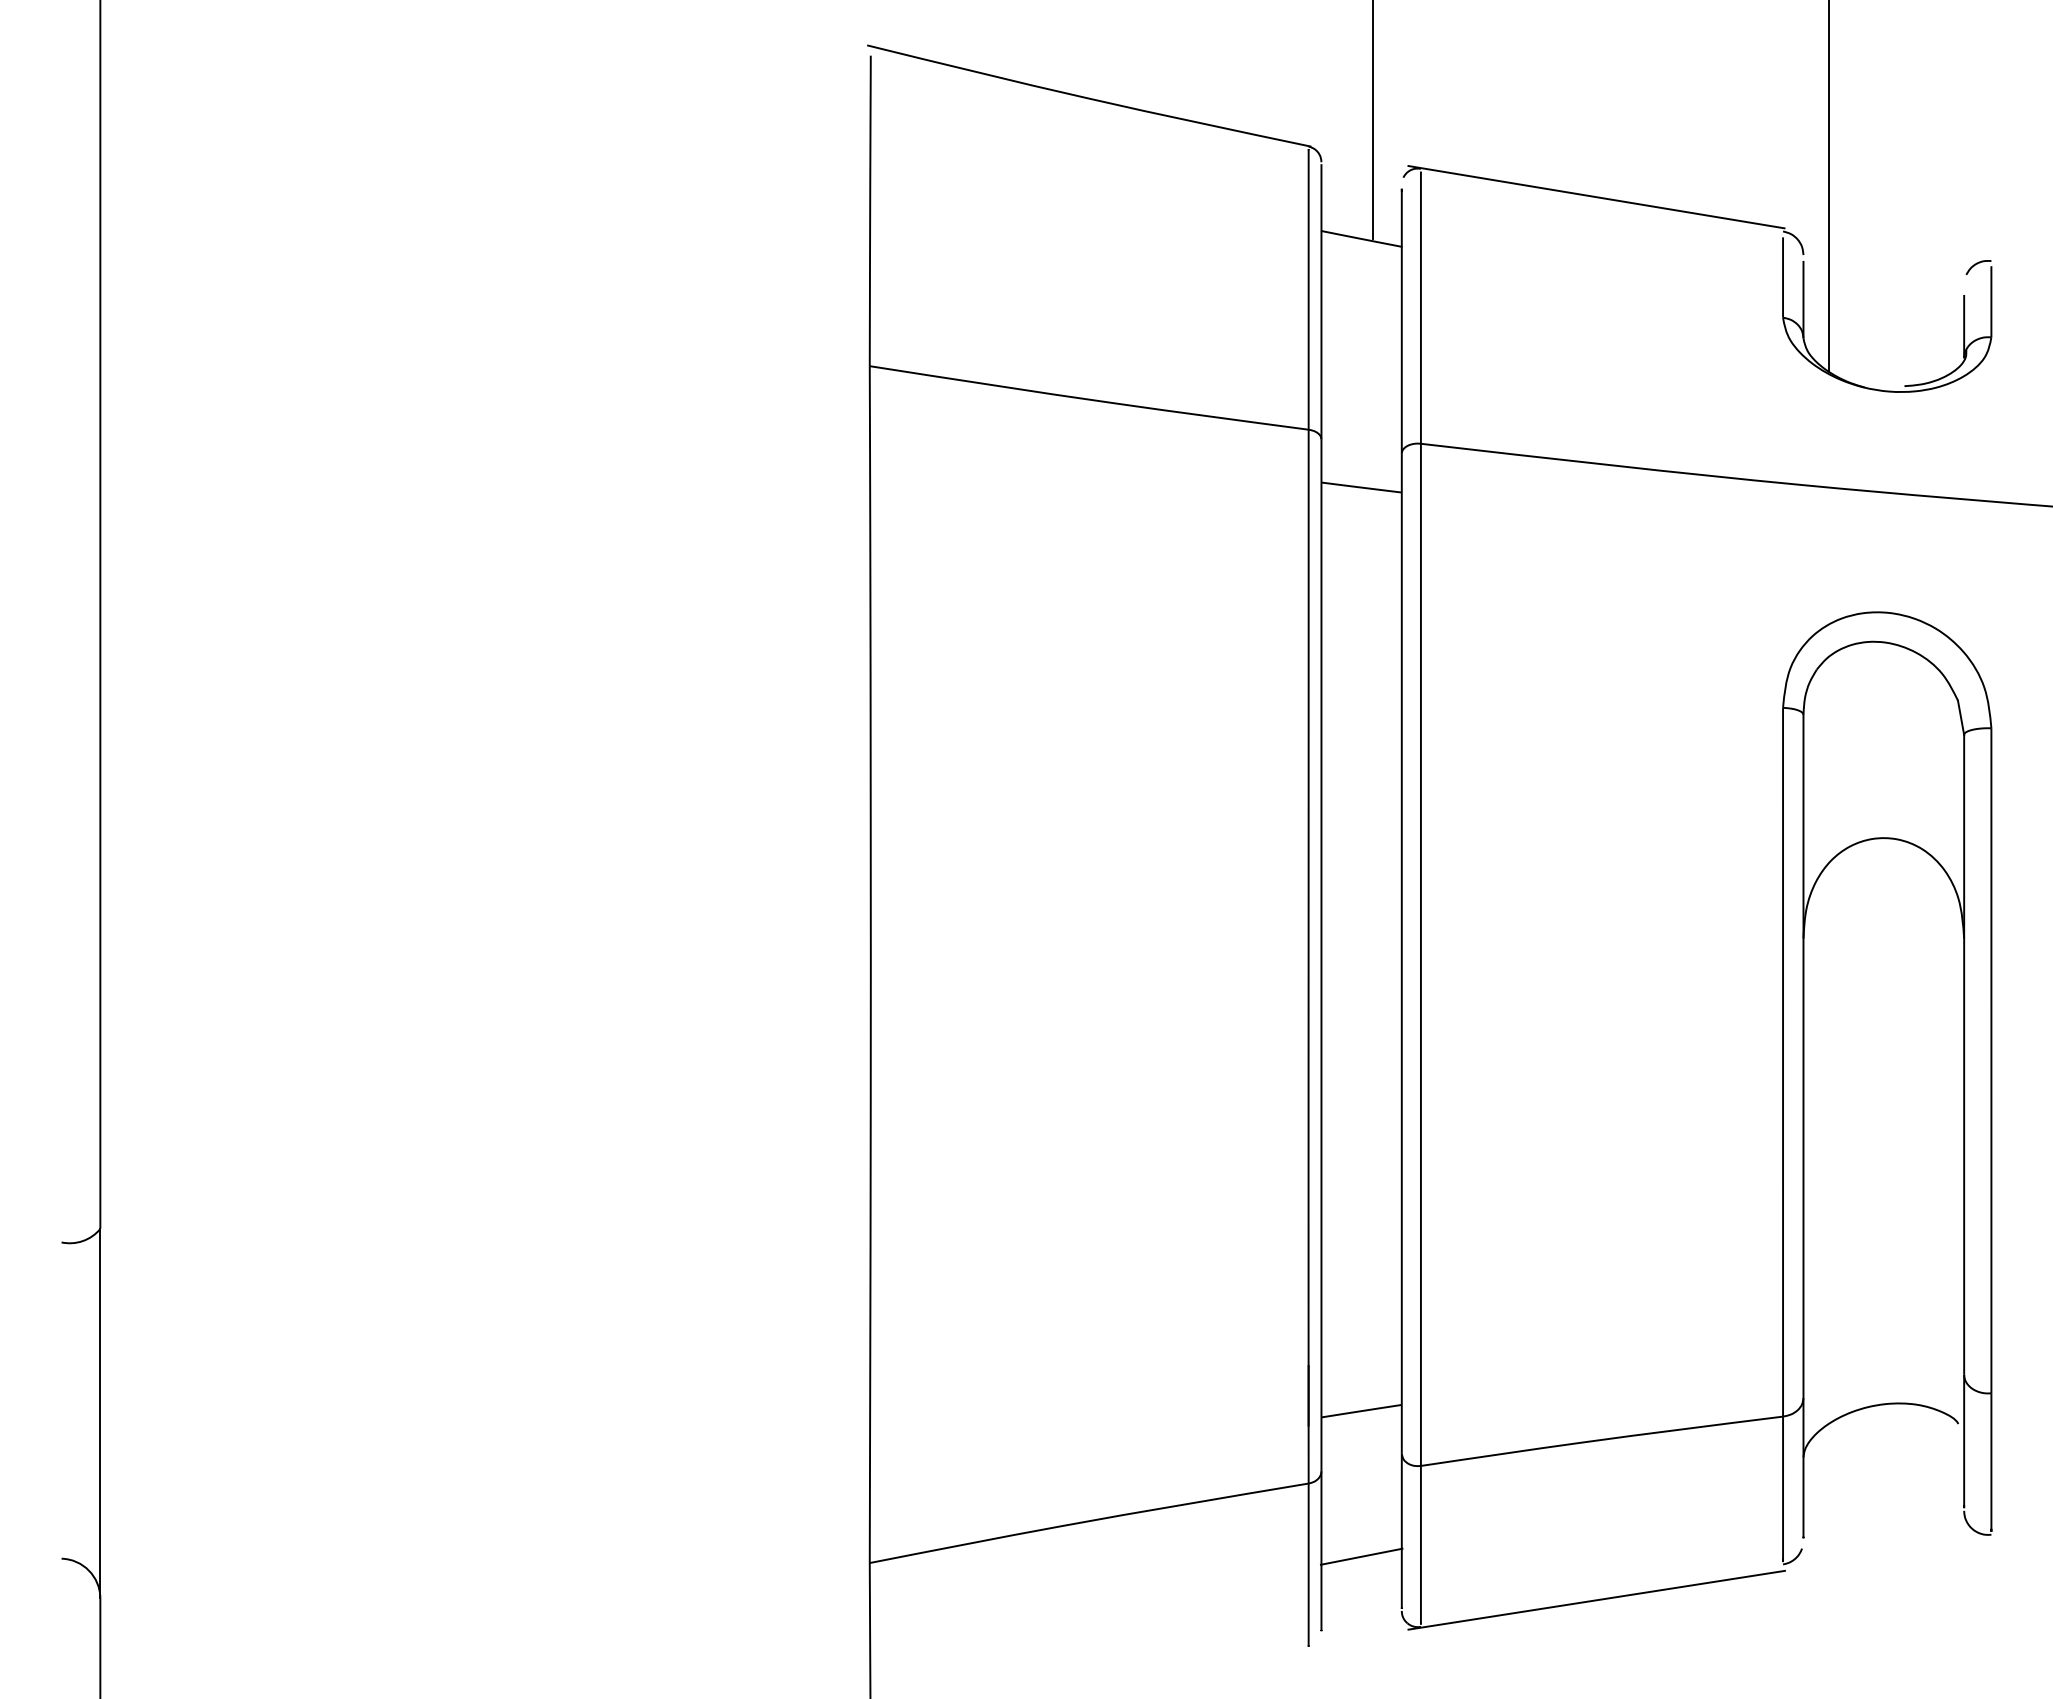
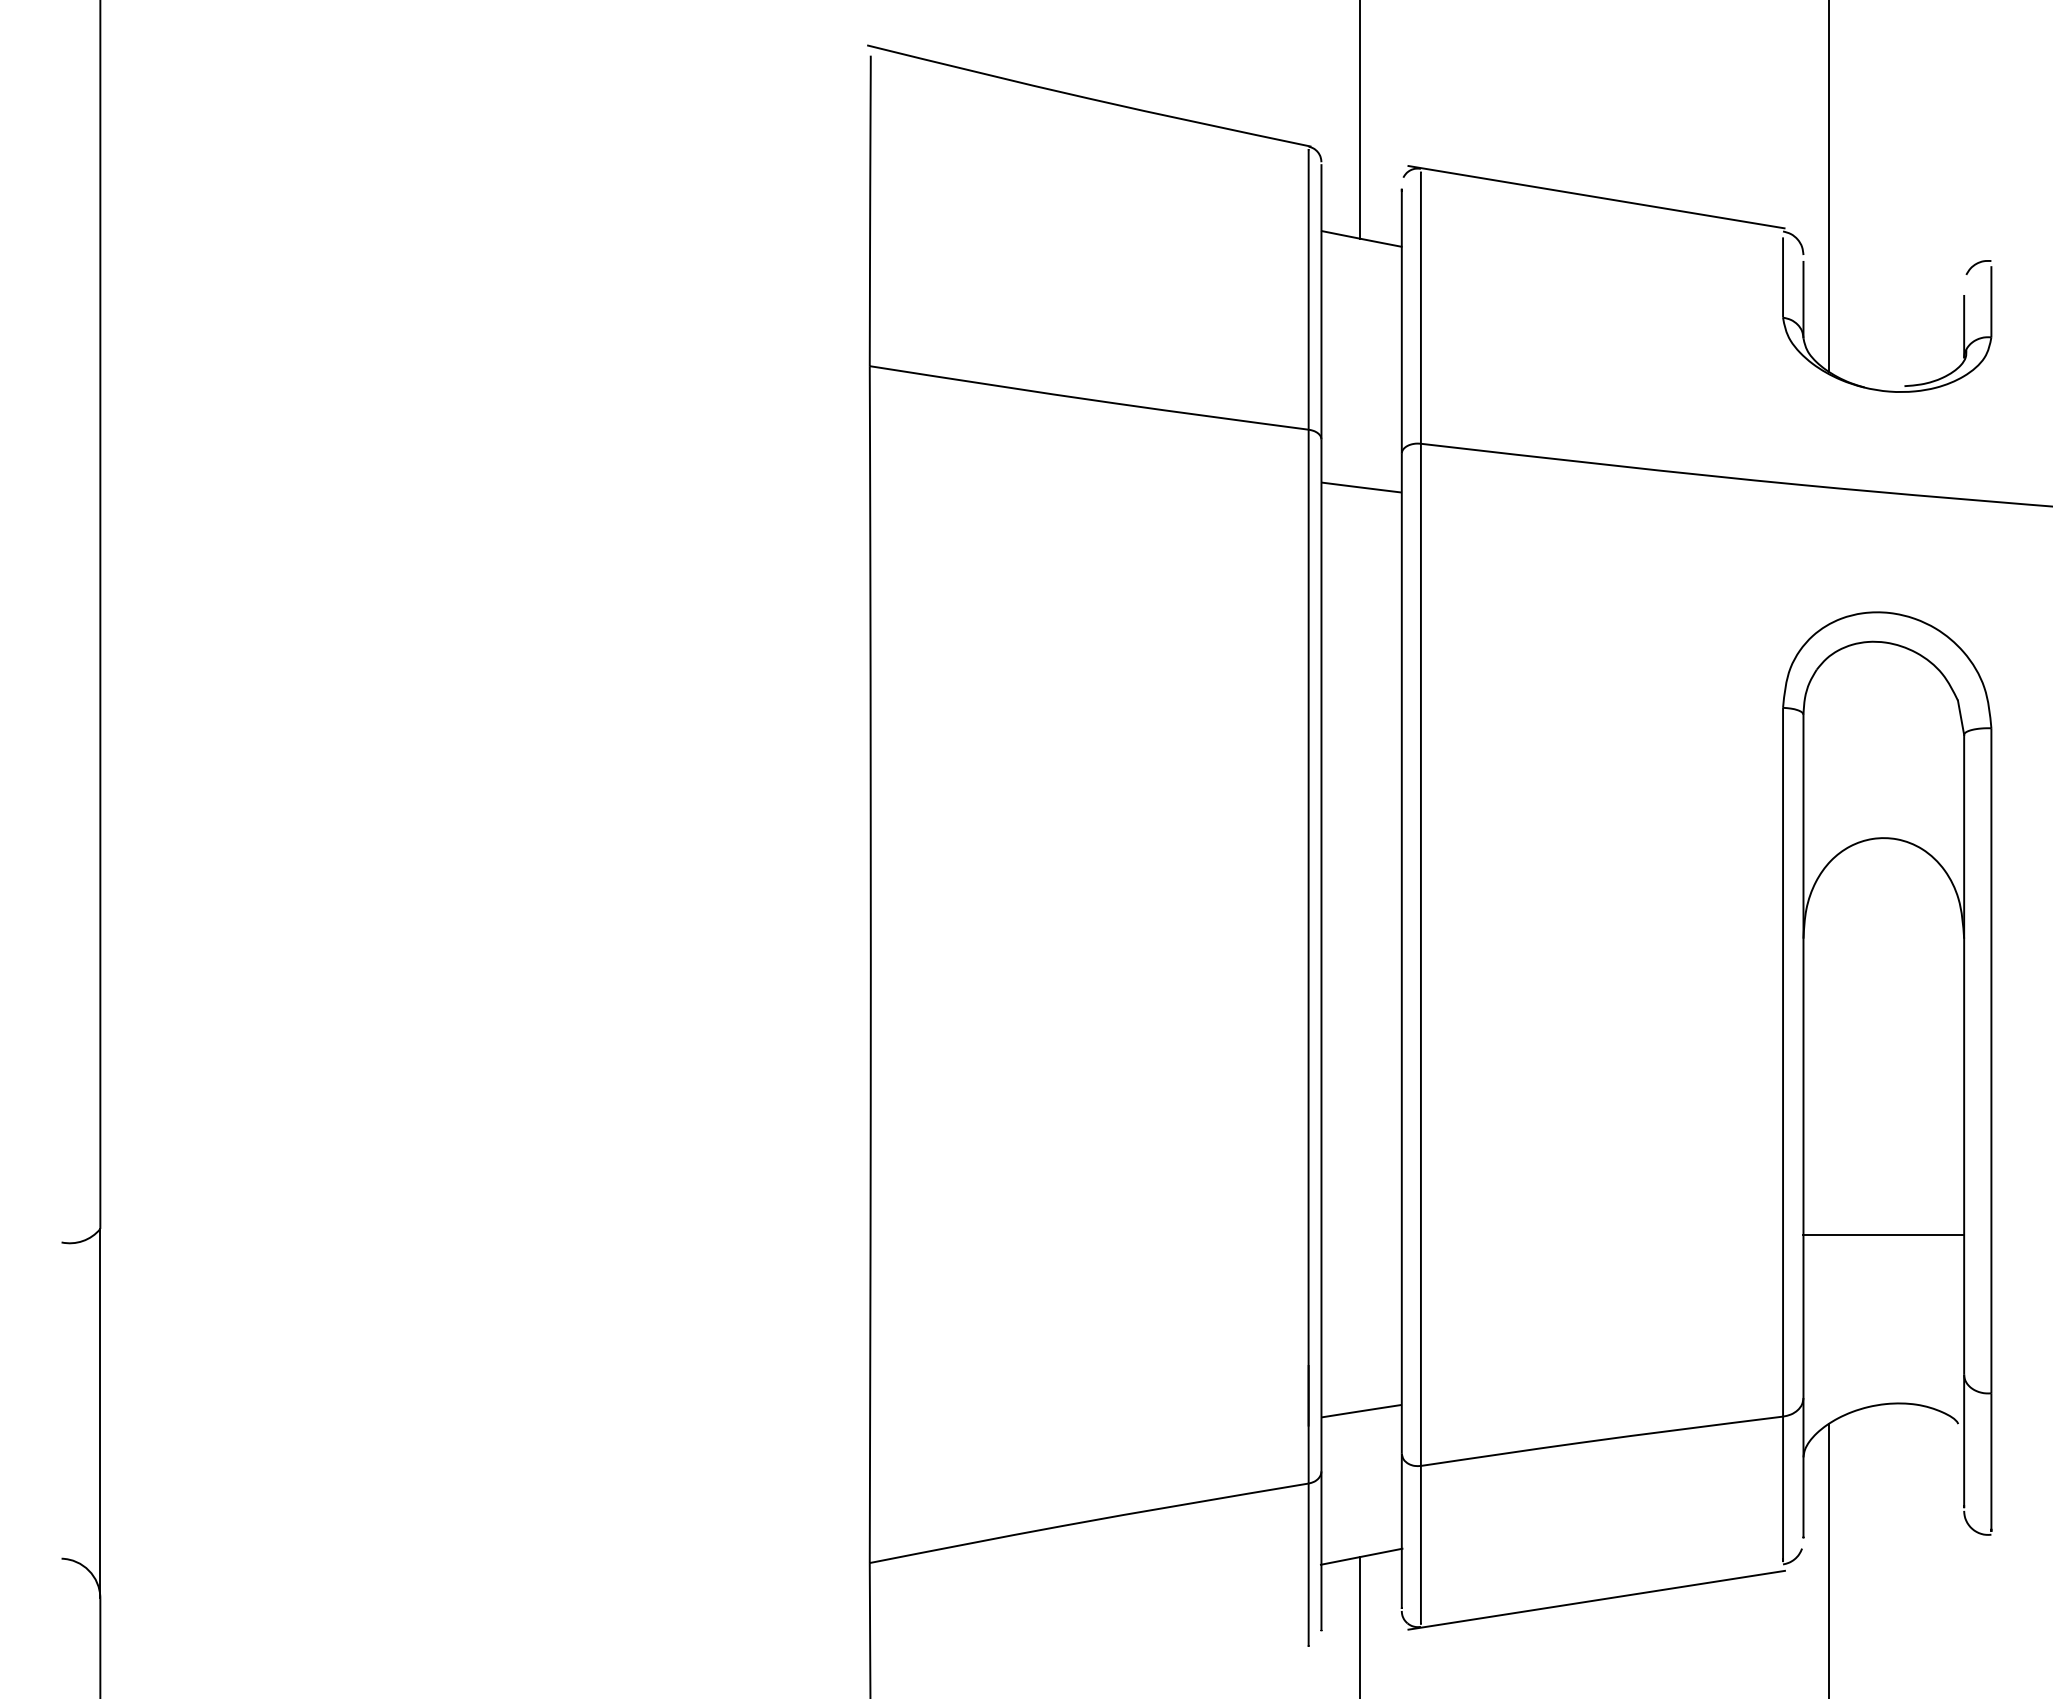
line at (1372, 120) position: (1372, 120) -> (1359, 120)
line at (1883, 1235): none -> present
line at (1829, 1559): none -> present
line at (1359, 1626): none -> present
